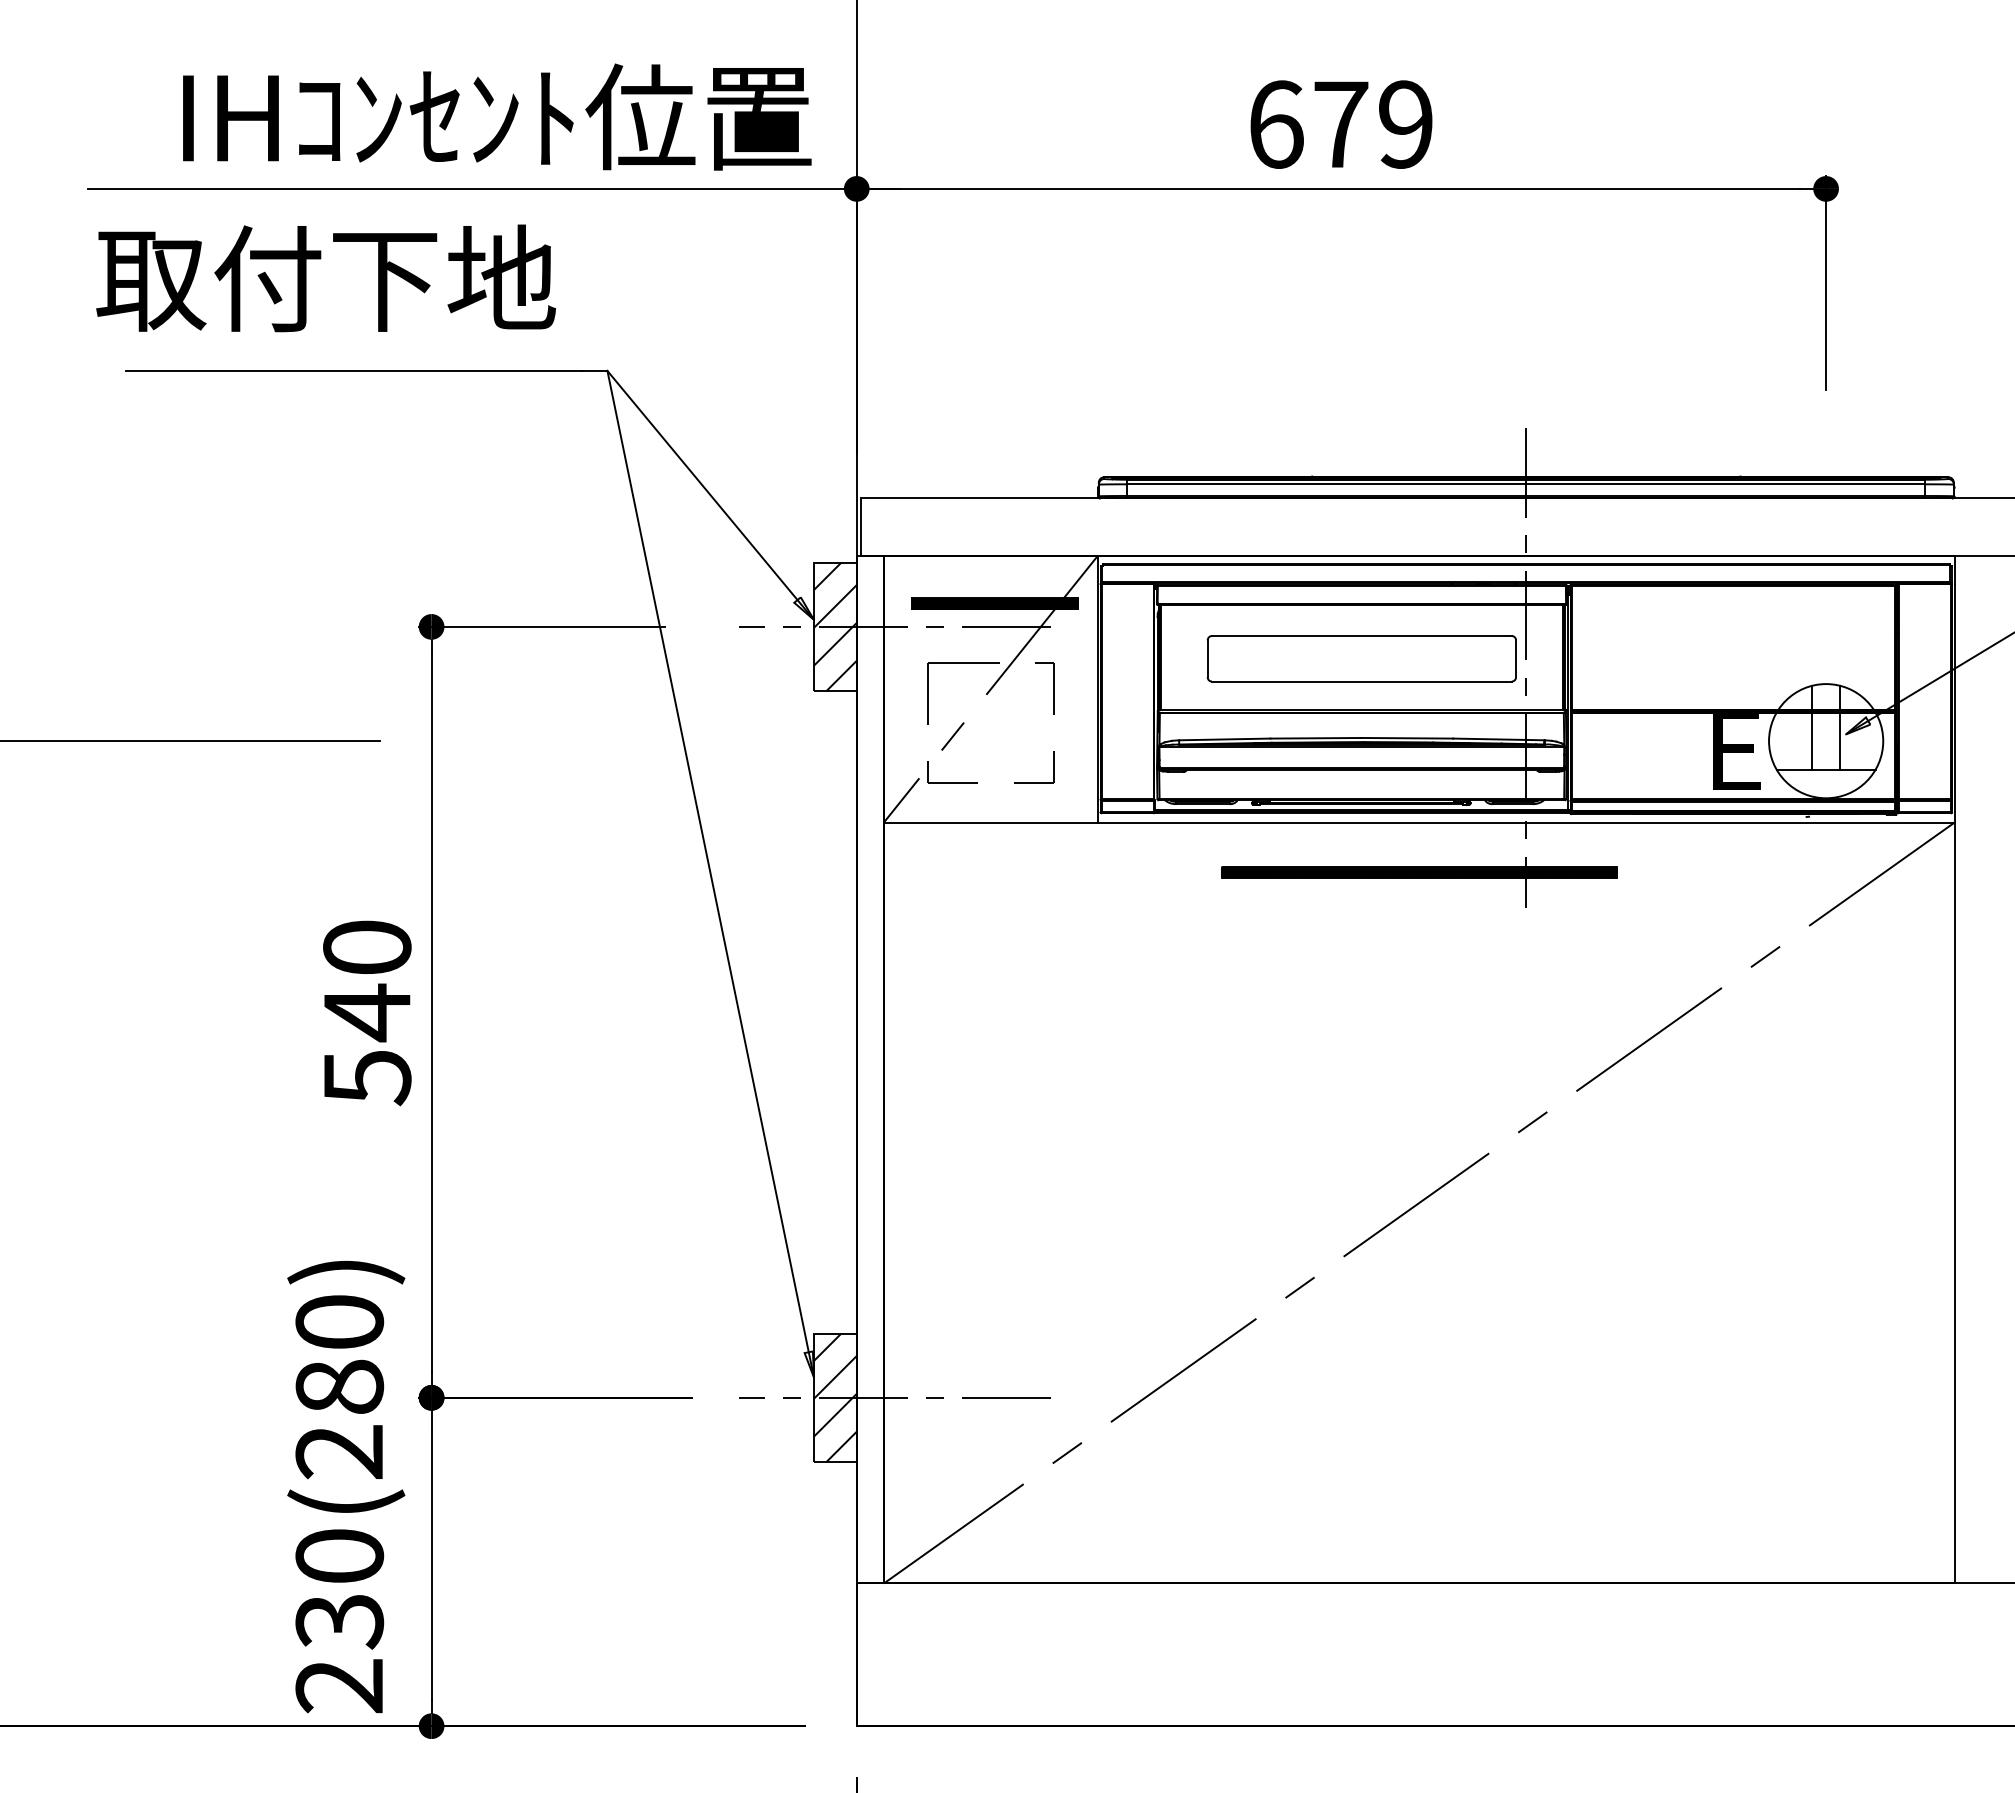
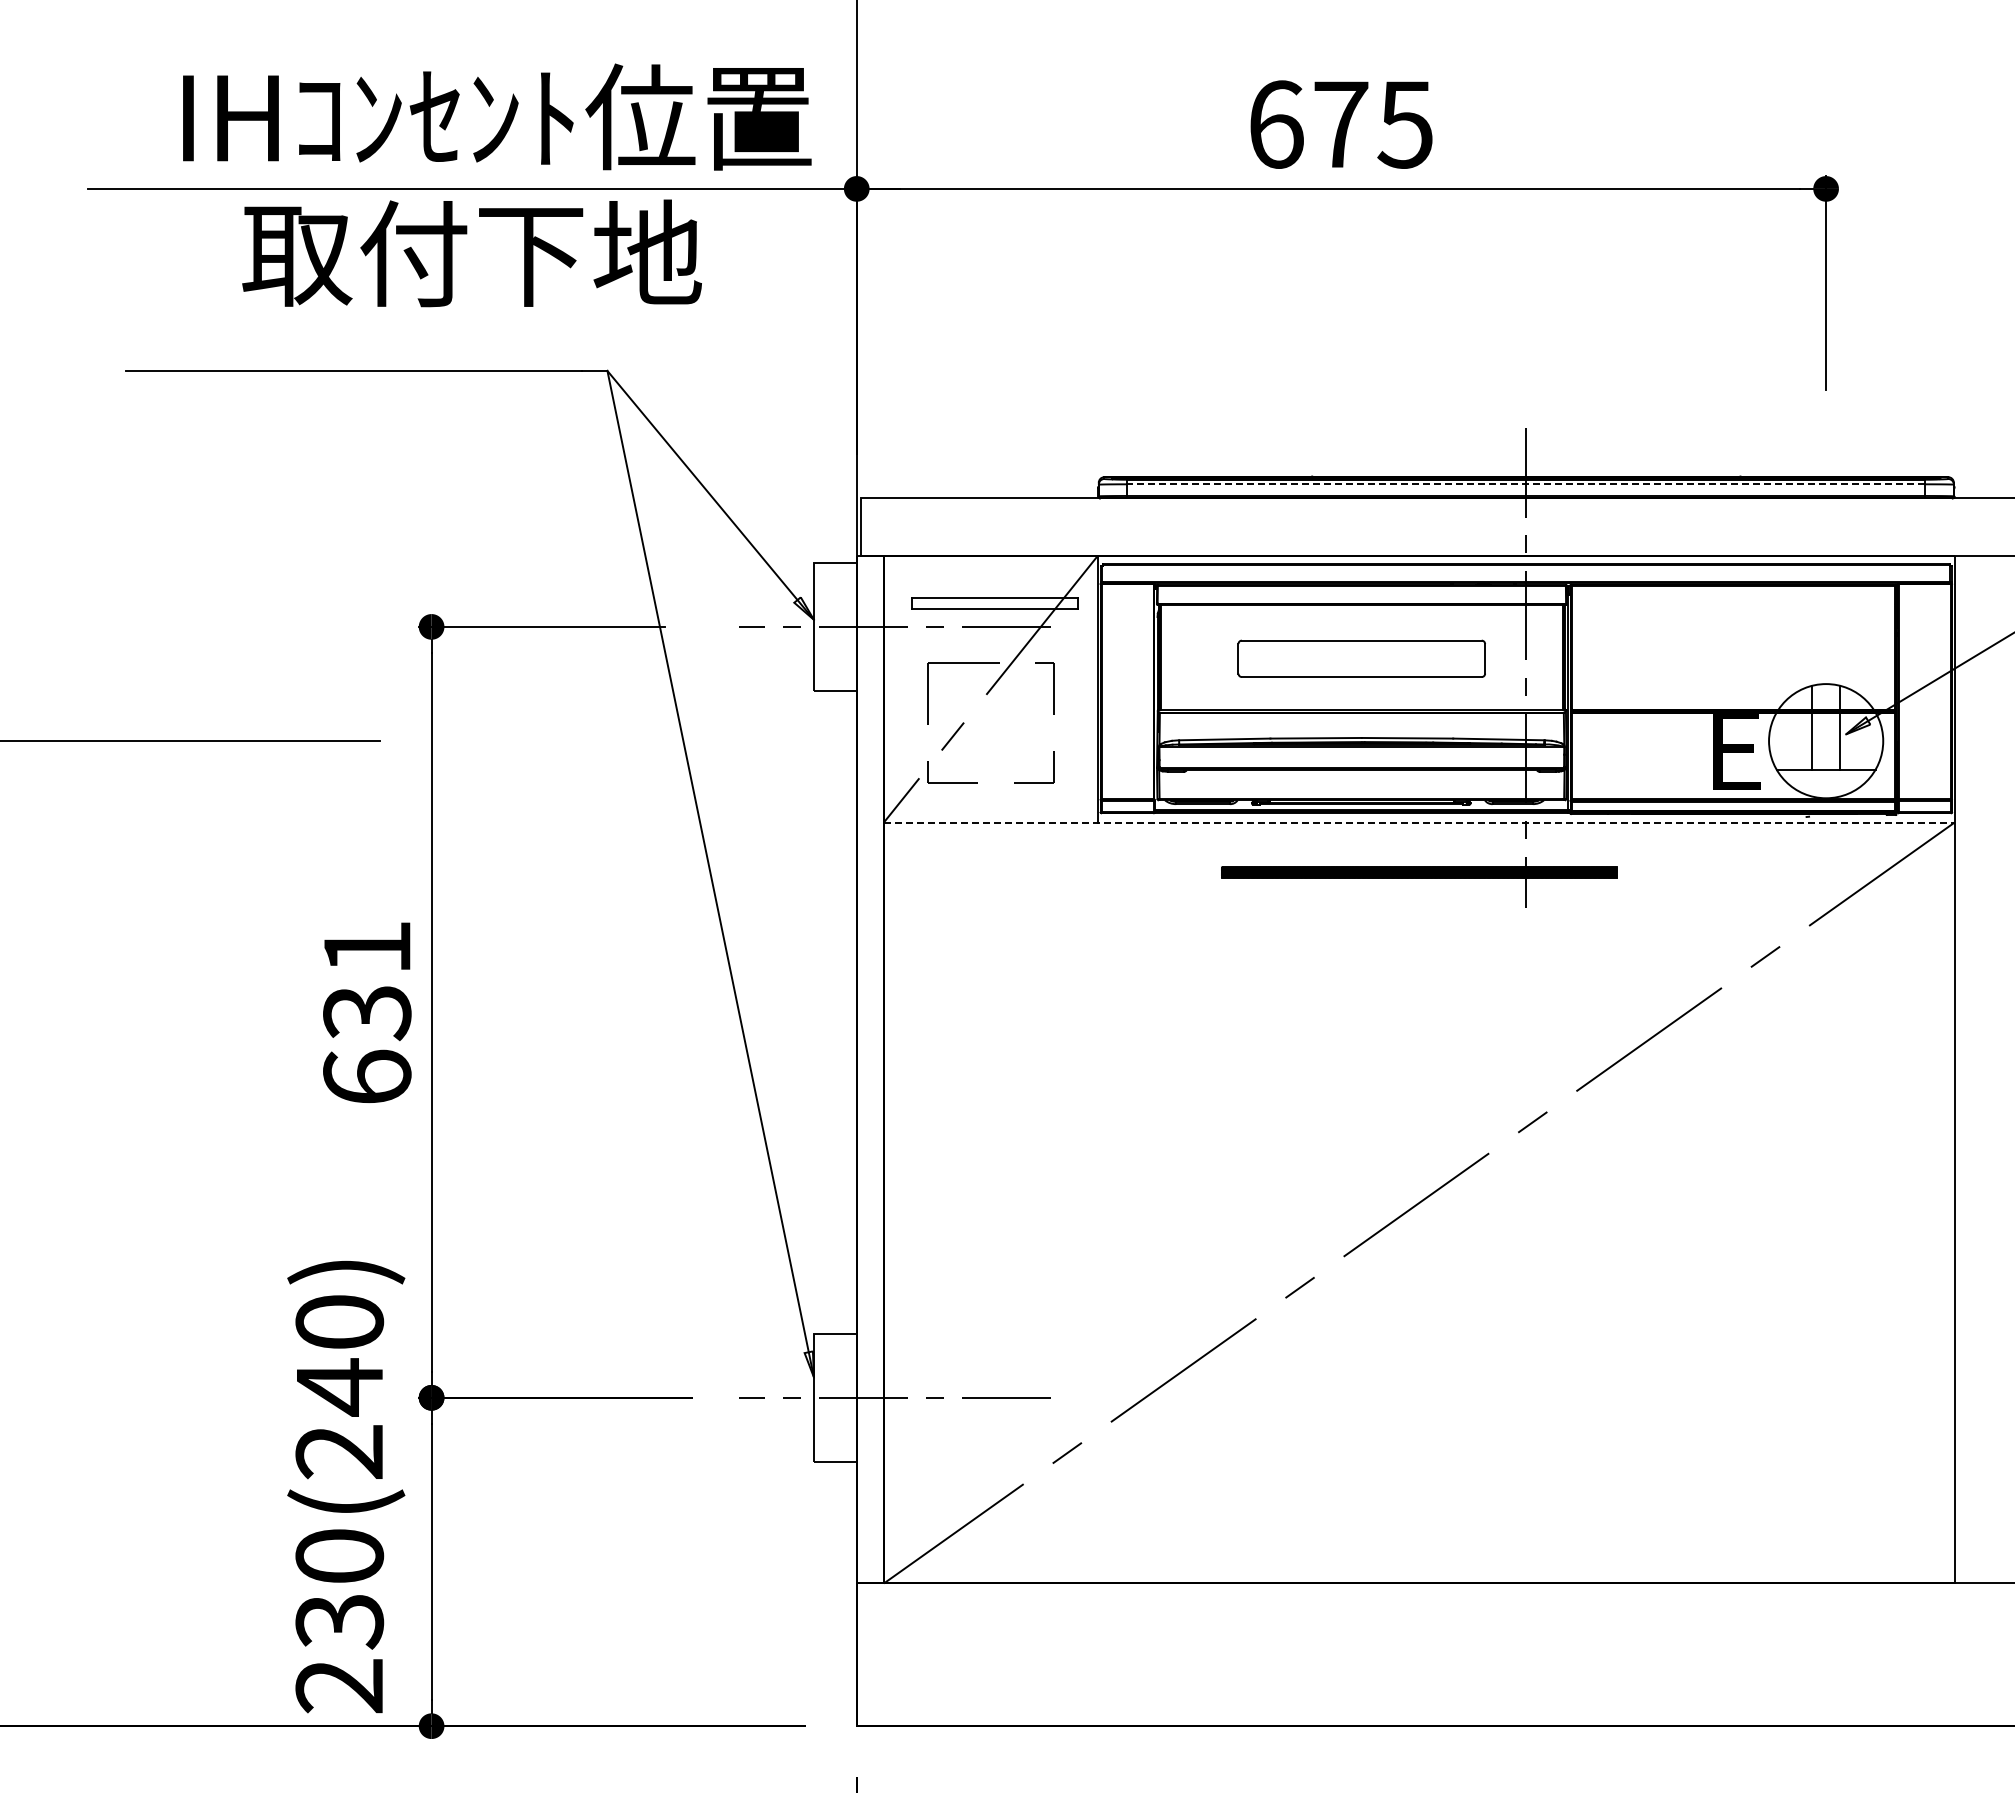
text at (1404, 124): 679 -> 675
text at (325, 278) position: (325, 278) -> (471, 253)
line at (1525, 484): solid -> dashed
hatch at (995, 603): present -> none
hatch at (834, 626): present -> none
part at (1361, 658) size: 311x48 px -> 249x39 px
line at (1419, 822): solid -> dashed
text at (367, 1013): 540 -> 631
text at (339, 1387): 230(280) -> 230(240)
hatch at (834, 1397): present -> none
